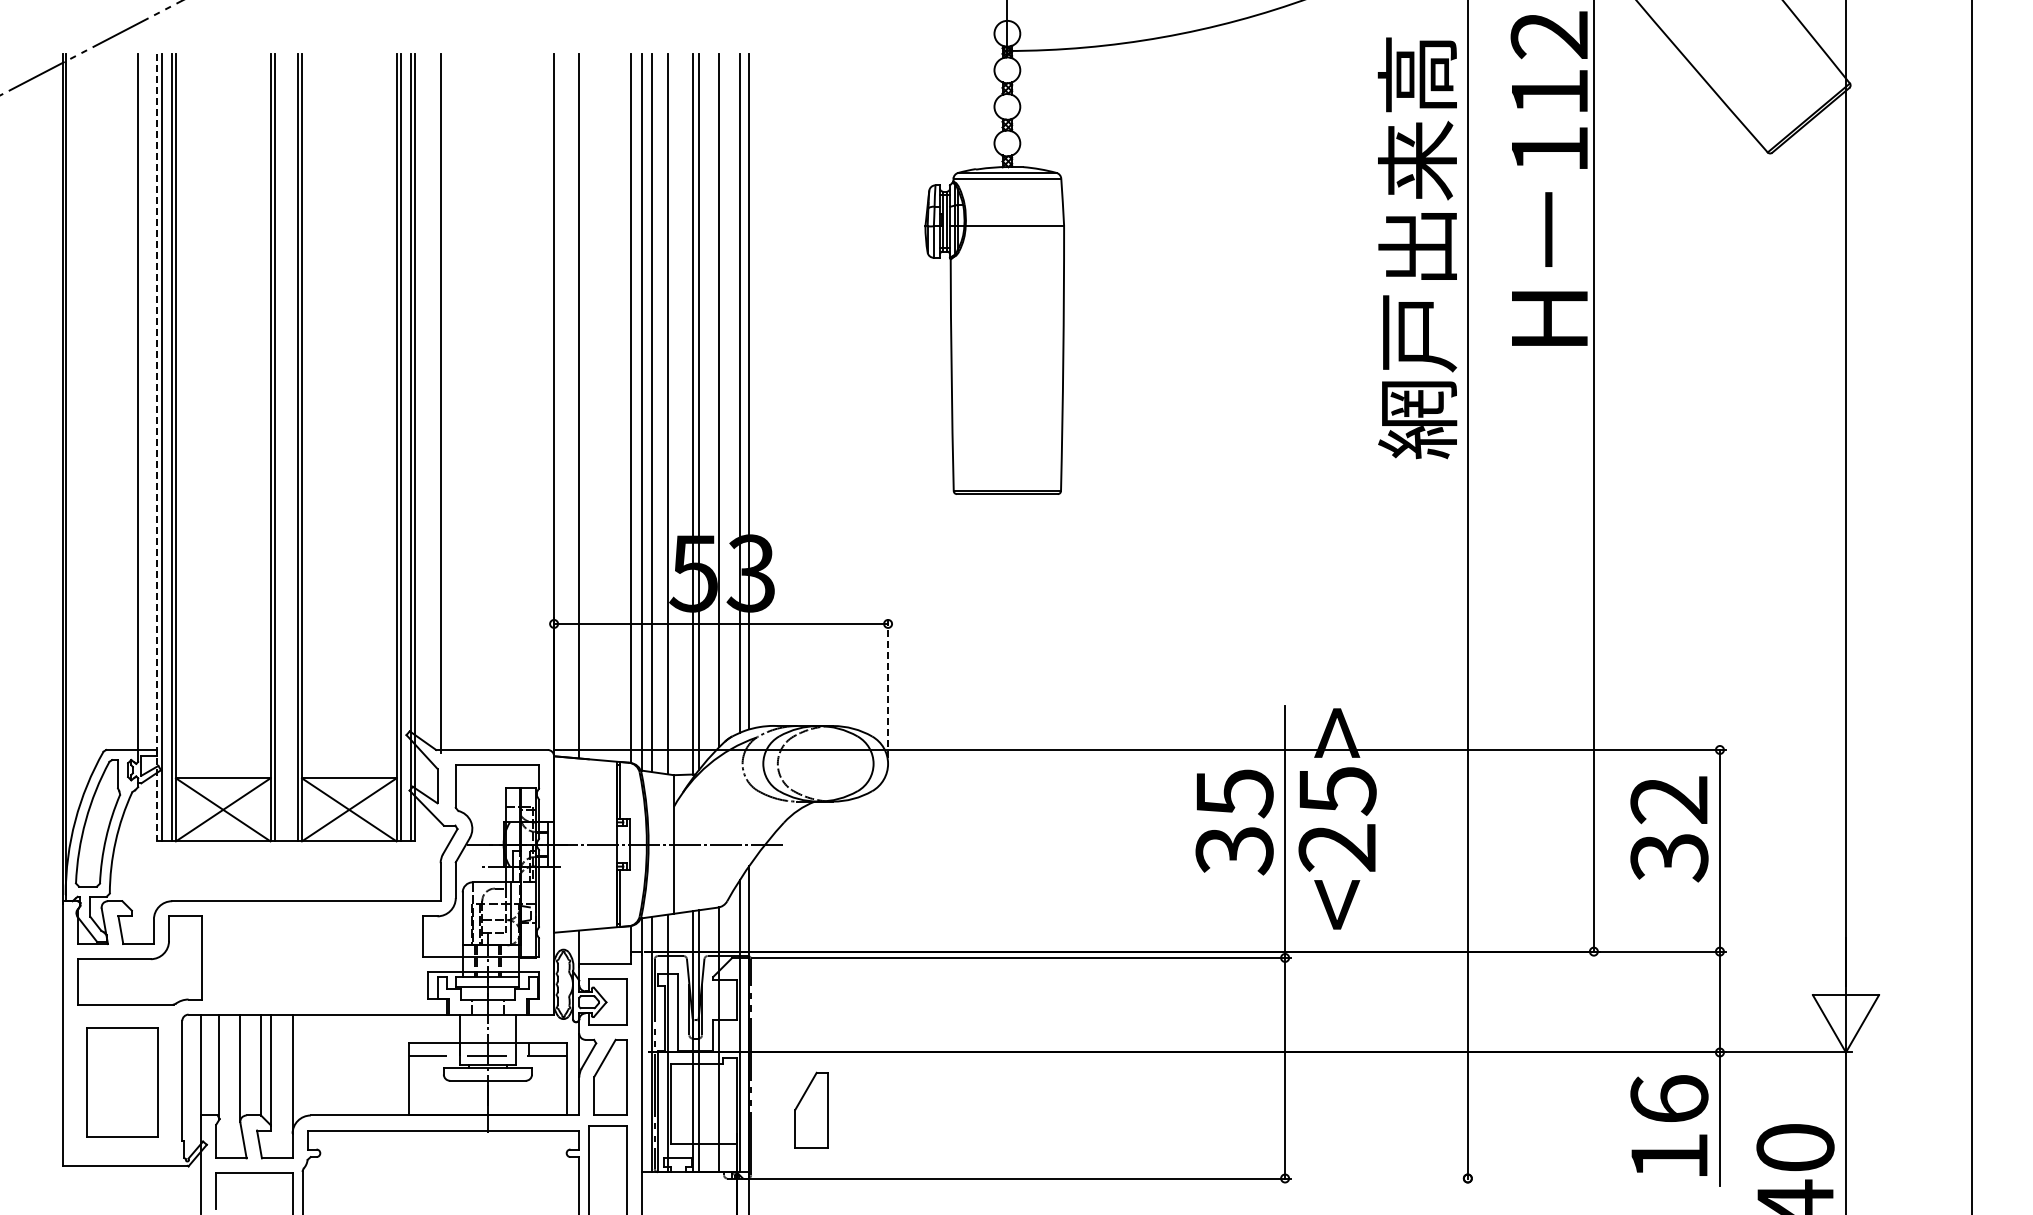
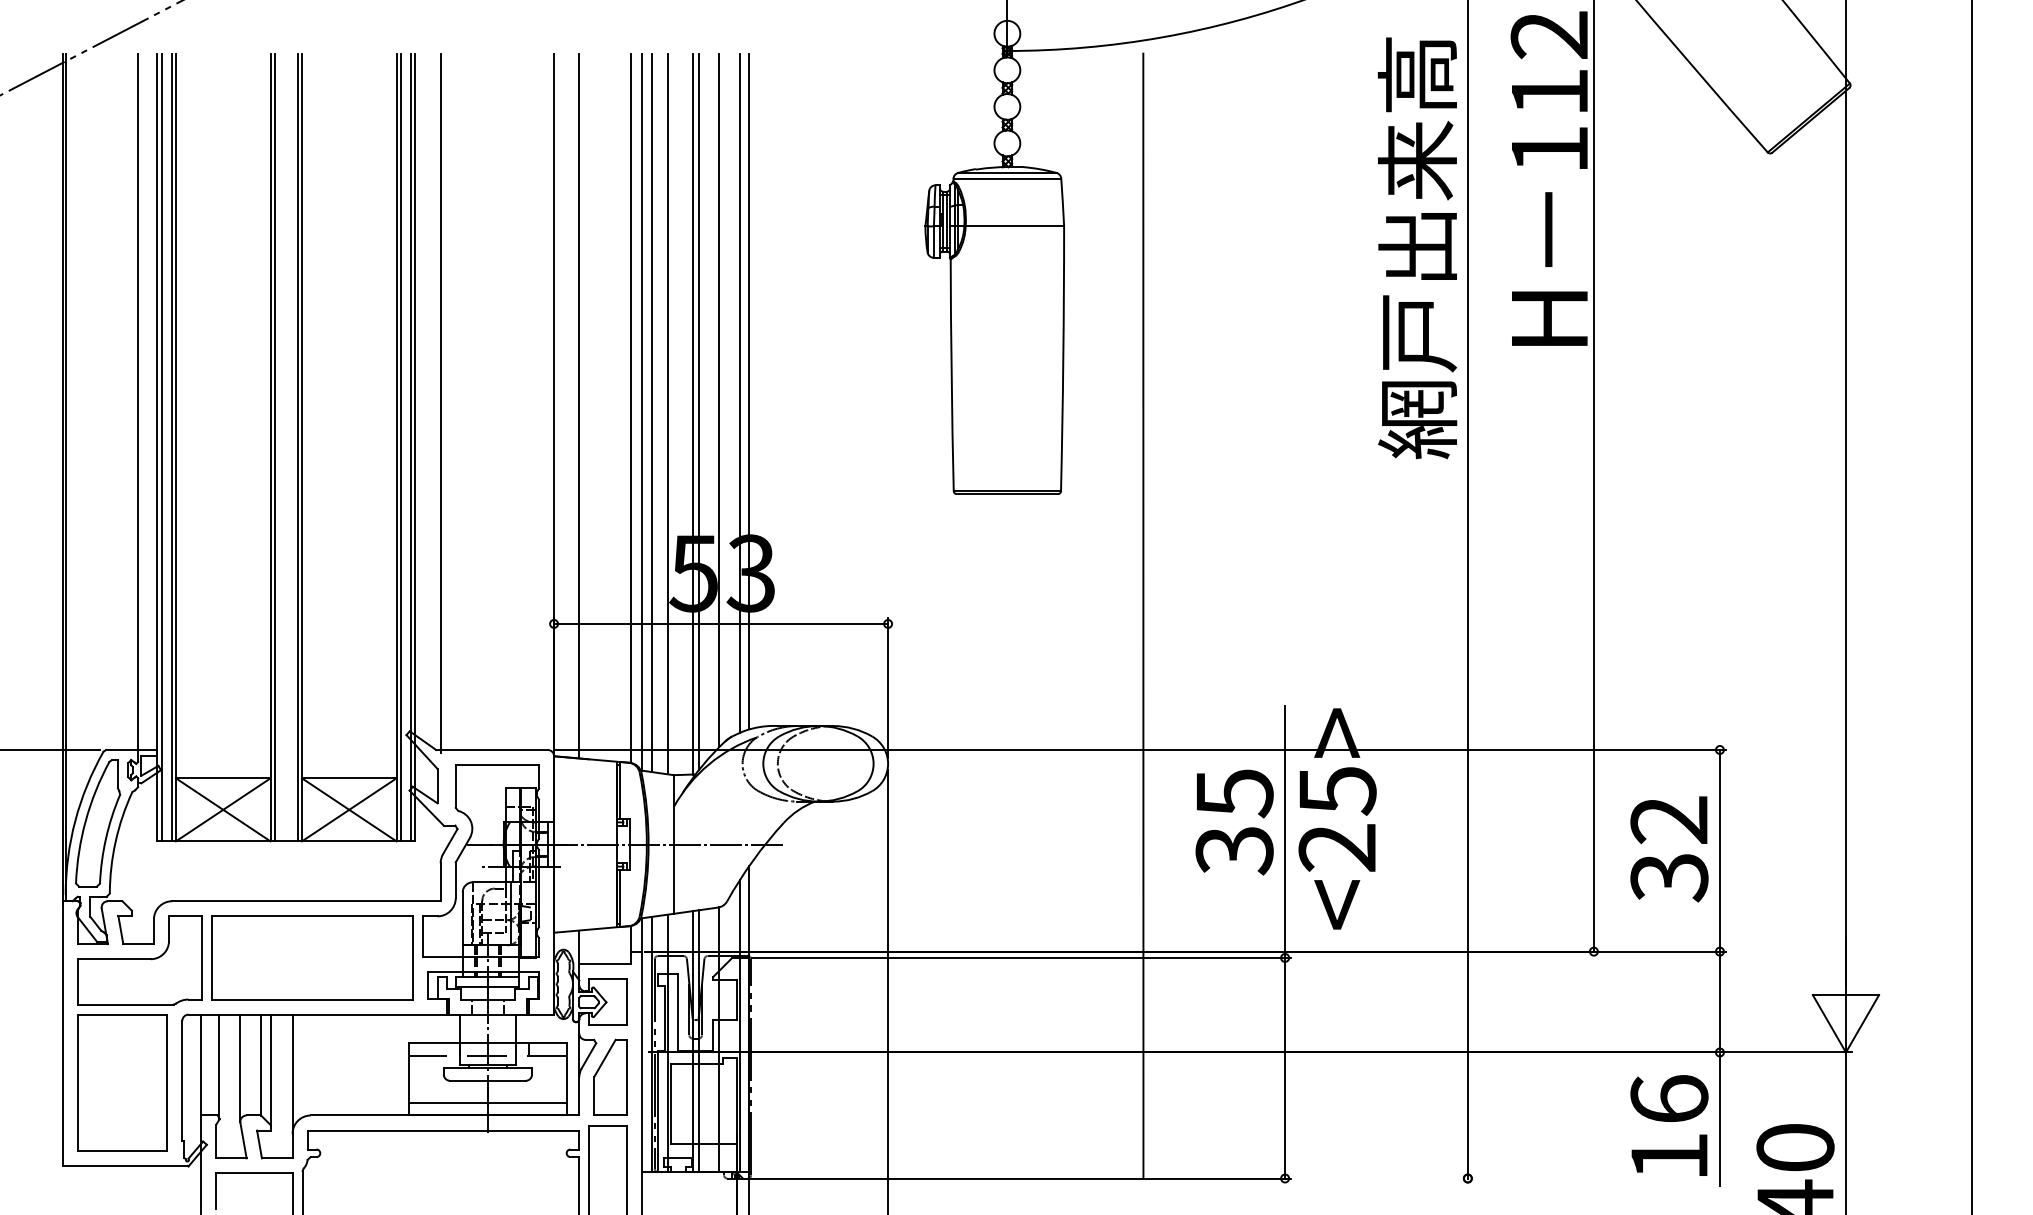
line at (157, 447): dashed -> solid
line at (1143, 615): none -> present
line at (888, 687): dashed -> solid
line at (51, 749): none -> present
text at (1669, 829) position: (1669, 829) -> (1669, 849)
part at (312, 957): none -> present
line at (888, 990): none -> present
part at (122, 1082) size: 73x111 px -> 91x138 px
line at (487, 1102): none -> present
part at (811, 1109): present -> none
